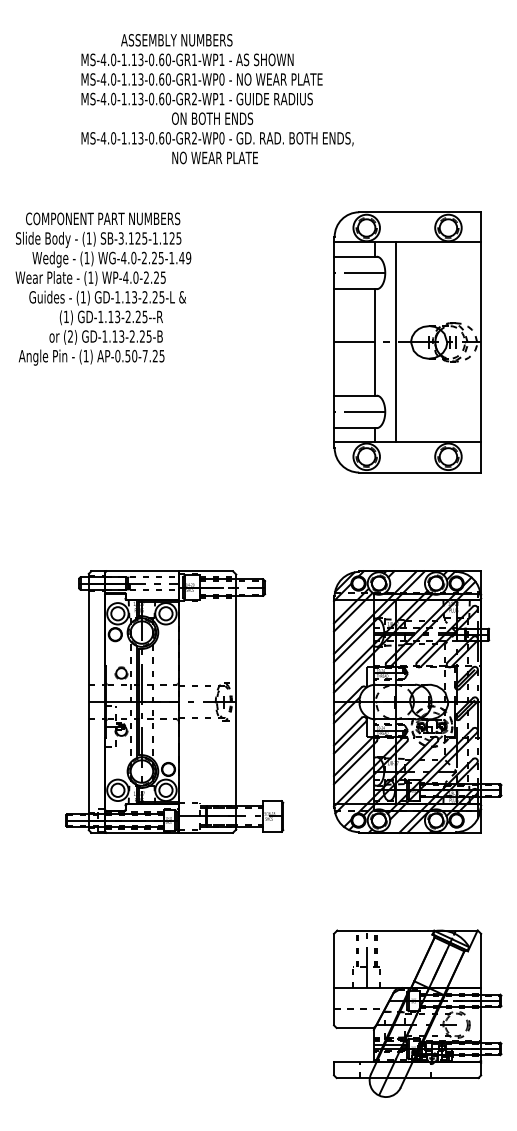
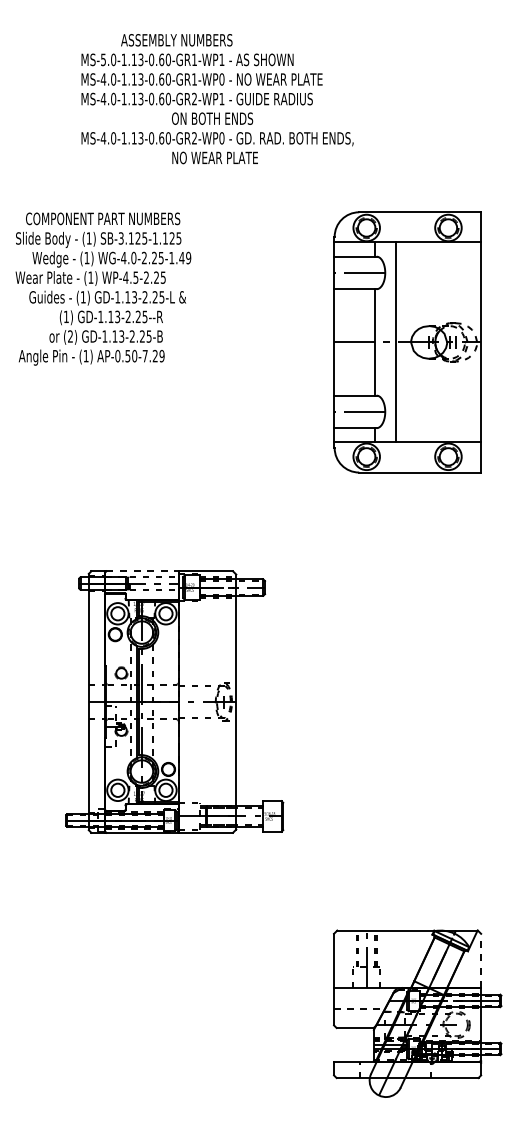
text at (103, 59): MS-4.0-1.13-0.60-GR1-WP1 -> MS-5.0-1.13-0.60-GR1-WP1
text at (135, 277): WP-4.0-2.25 -> WP-4.5-2.25
text at (161, 356): AP-0.50-7.25 -> AP-0.50-7.29
line at (143, 571): solid -> dashed
part at (417, 701): present -> none
line at (481, 960): solid -> dashed
